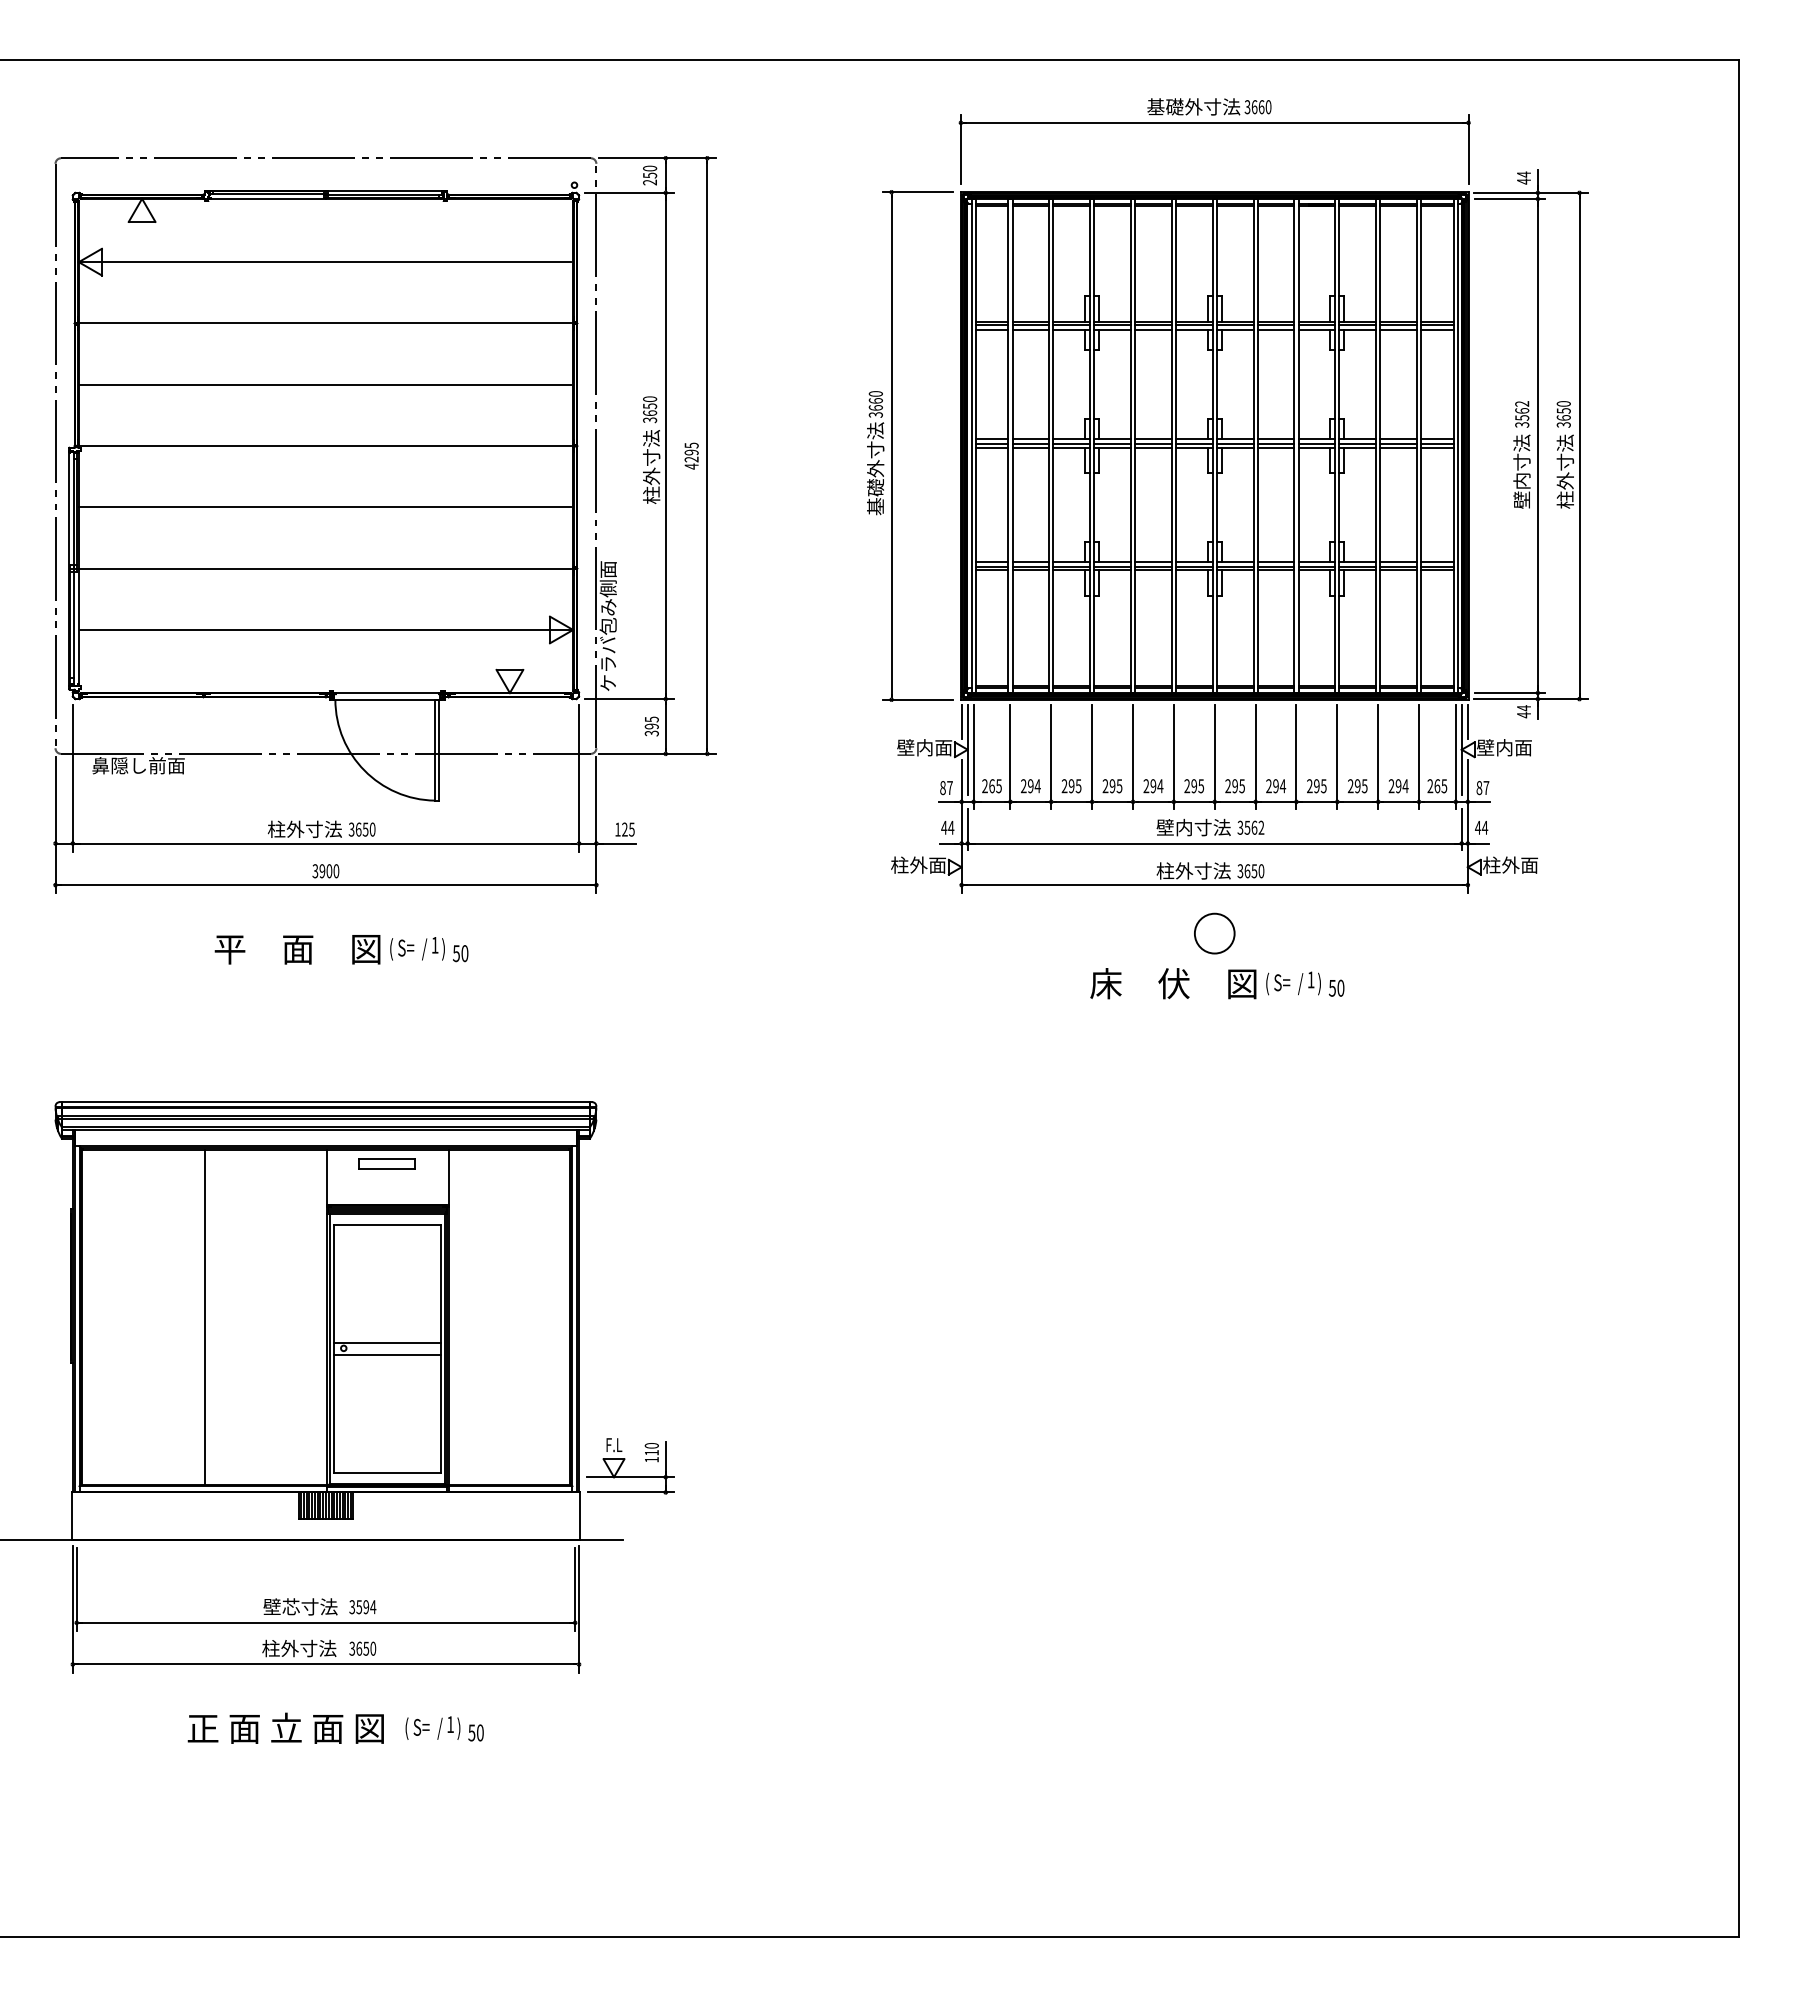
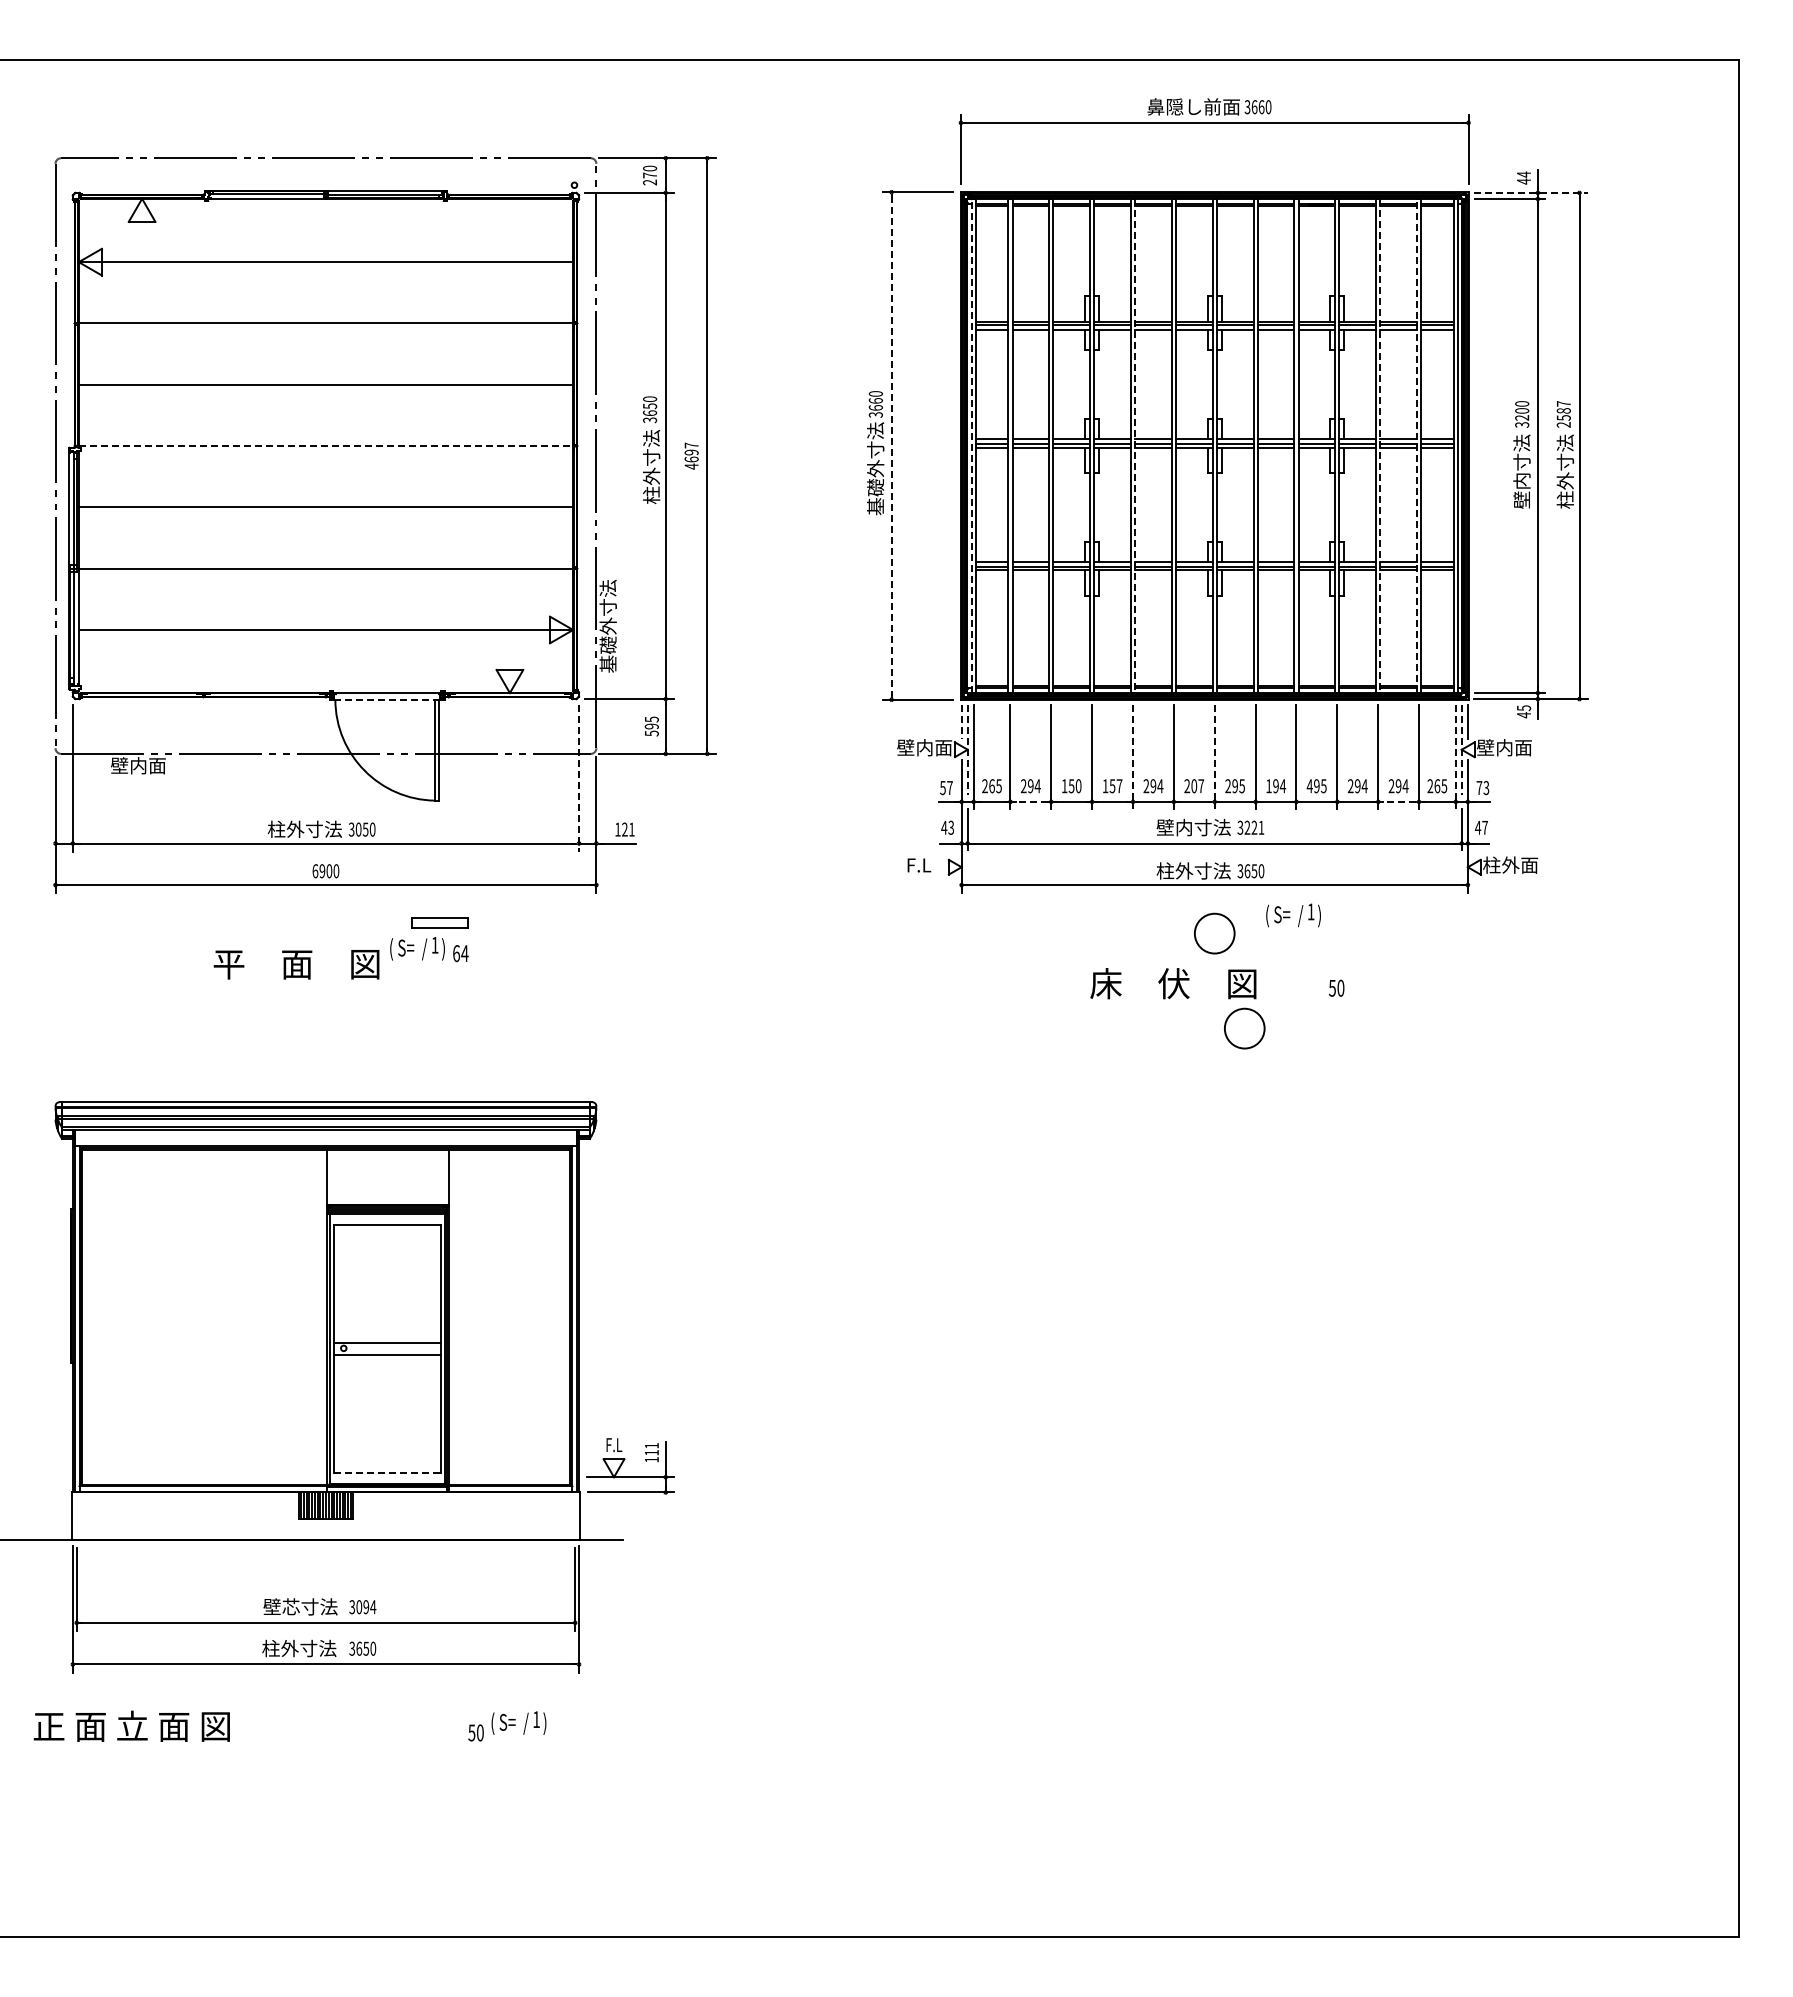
text at (1193, 106): 基礎外寸法 -> 鼻隠し前面
text at (650, 175): 250 -> 270
line at (1531, 192): solid -> dashed
text at (1522, 410): 3562 -> 3200
text at (1563, 414): 3650 -> 2587
line at (971, 445): solid -> dashed
line at (1416, 445): solid -> dashed
line at (325, 446): solid -> dashed
line at (891, 446): solid -> dashed
line at (1135, 446): solid -> dashed
line at (1380, 446): solid -> dashed
text at (691, 452): 4295 -> 4697
text at (607, 625): ケラバ包み側面 -> 基礎外寸法
line at (387, 699): solid -> dashed
text at (1524, 708): 44 -> 45
line at (961, 722): solid -> dashed
text at (650, 733): 395 -> 595
line at (967, 750): solid -> dashed
line at (1461, 750): solid -> dashed
line at (1133, 757): solid -> dashed
line at (1214, 757): solid -> dashed
line at (1455, 757): solid -> dashed
text at (138, 765): 鼻隠し前面 -> 壁内面
line at (579, 778): solid -> dashed
text at (1268, 785): 294 -> 194
text at (1071, 786): 295 -> 150
text at (1112, 786): 295 -> 157
text at (1197, 786): 295 -> 207
text at (1309, 786): 295 -> 495
text at (1364, 786): 295 -> 294
text at (942, 787): 87 -> 57
text at (1482, 787): 87 -> 73
line at (1030, 801): solid -> dashed
line at (1398, 801): solid -> dashed
text at (951, 827): 44 -> 43
text at (1254, 827): 3562 -> 3221
text at (1485, 827): 44 -> 47
text at (358, 829): 3650 -> 3050
text at (631, 829): 125 -> 121
text at (918, 864): 柱外面 -> F.L
text at (315, 871): 3900 -> 6900
text at (297, 949) position: (297, 949) -> (296, 964)
text at (460, 953): 50 -> 64
text at (1293, 983) position: (1293, 983) -> (1293, 915)
circle at (1244, 1028): none -> present
part at (386, 1163) position: (386, 1163) -> (439, 922)
line at (204, 1316): present -> none
text at (651, 1445): 110 -> 111
line at (387, 1472): solid -> dashed
text at (359, 1607): 3594 -> 3094
text at (285, 1727) position: (285, 1727) -> (131, 1725)
text at (432, 1727) position: (432, 1727) -> (518, 1722)
